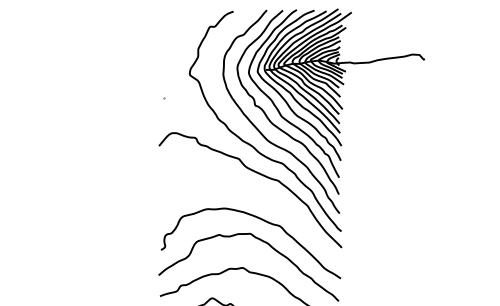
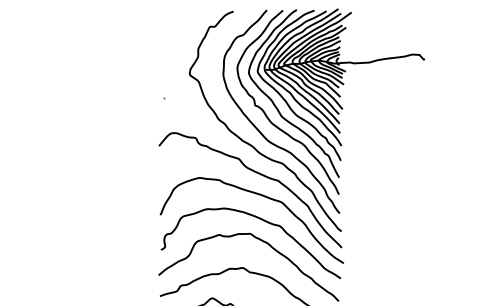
curve at (261, 196): none -> present
